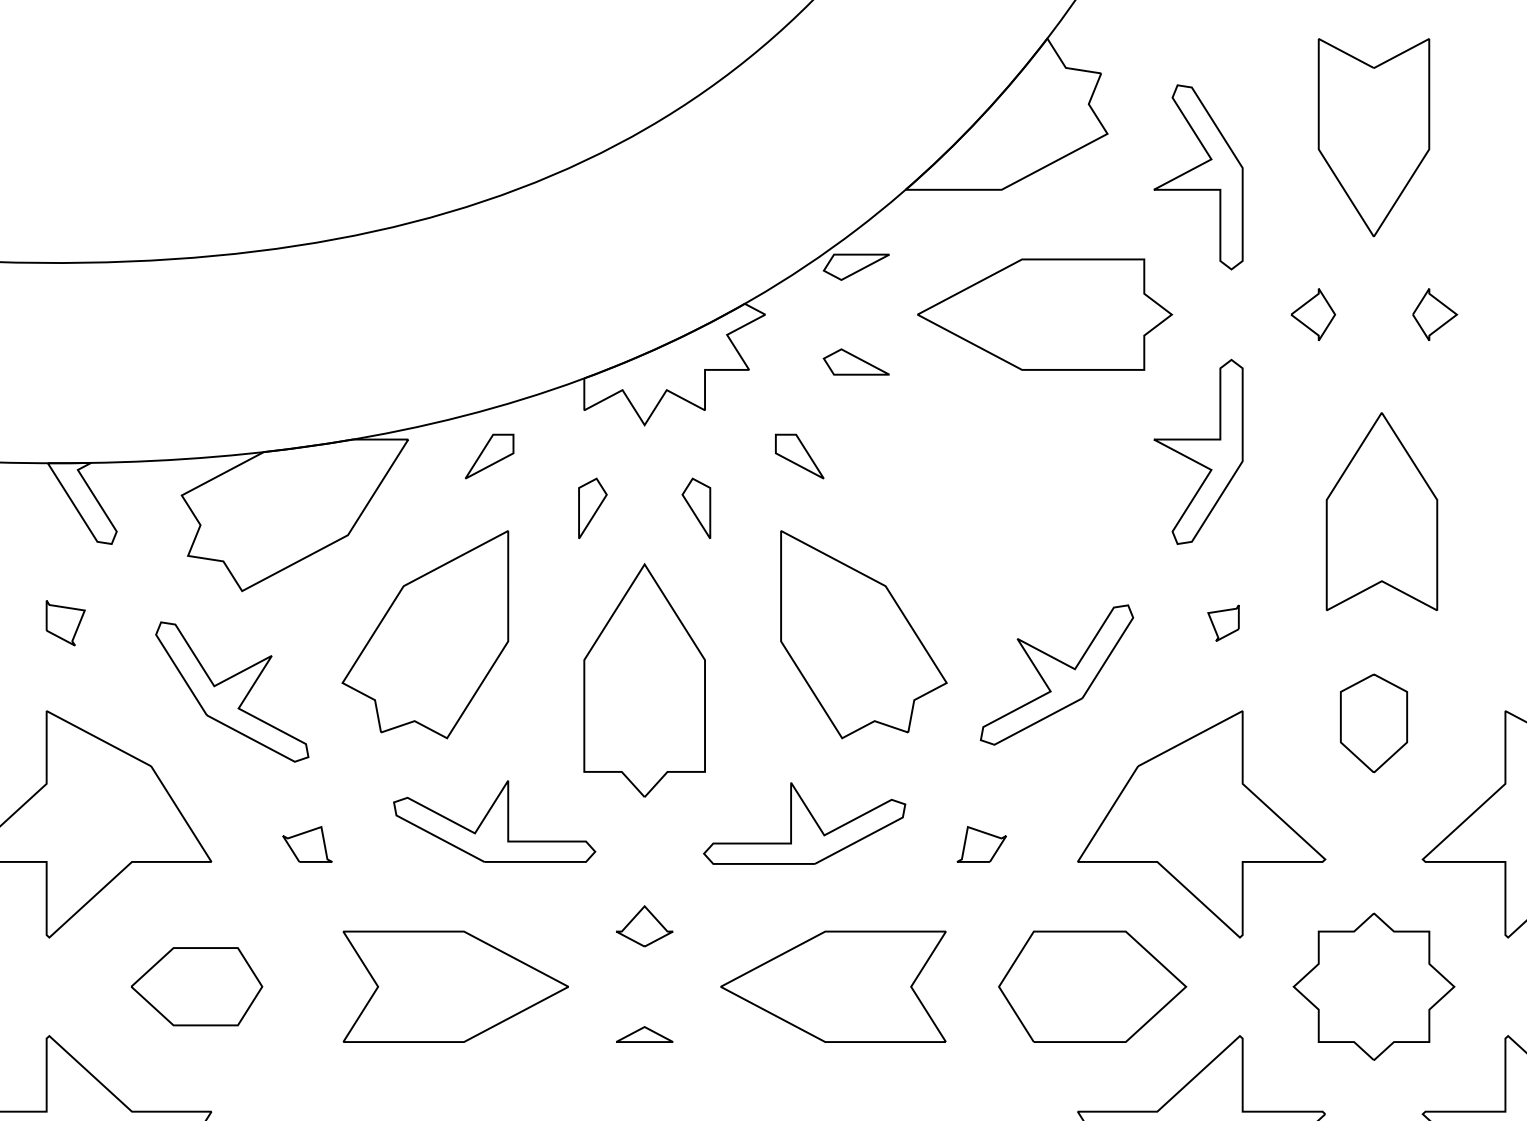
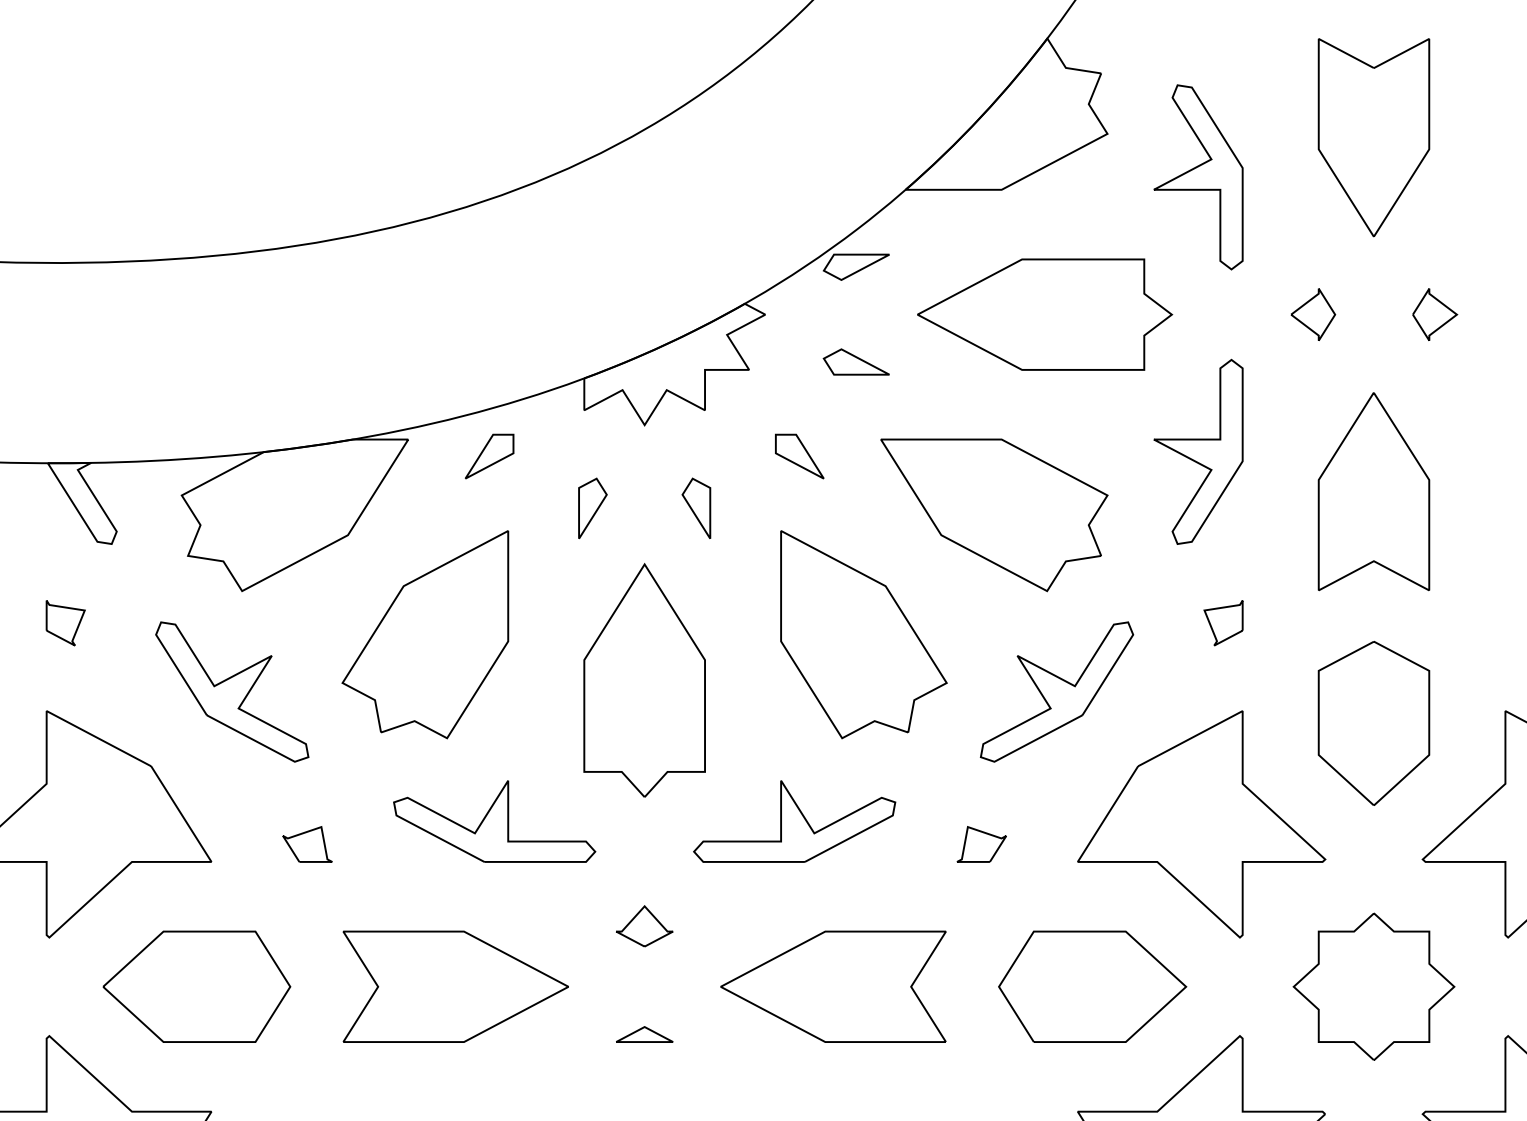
curve at (1338, 483) position: (1338, 483) -> (1330, 463)
part at (994, 515): none -> present
part at (1223, 622) size: 33x38 px -> 41x47 px
part at (1056, 674) position: (1056, 674) -> (1056, 691)
part at (1373, 723) size: 68x101 px -> 114x165 px
part at (804, 823) position: (804, 823) -> (794, 821)
part at (197, 986) size: 133x80 px -> 190x113 px
